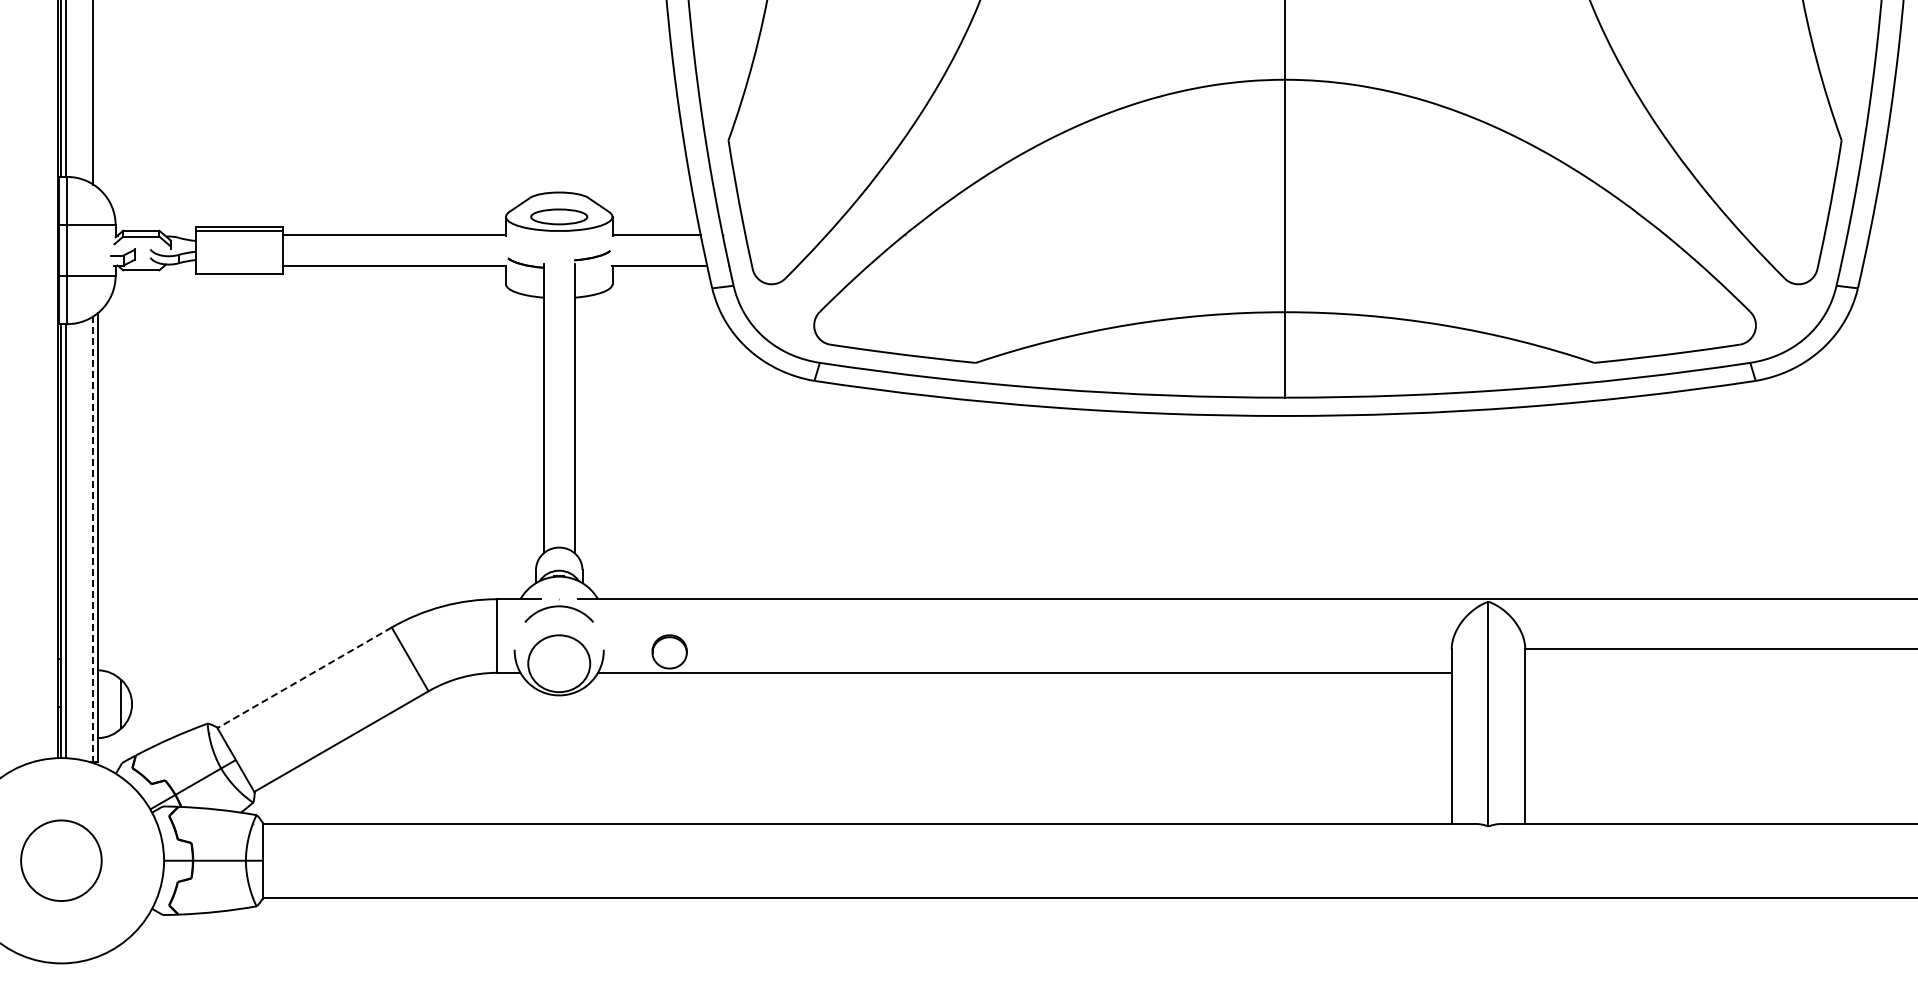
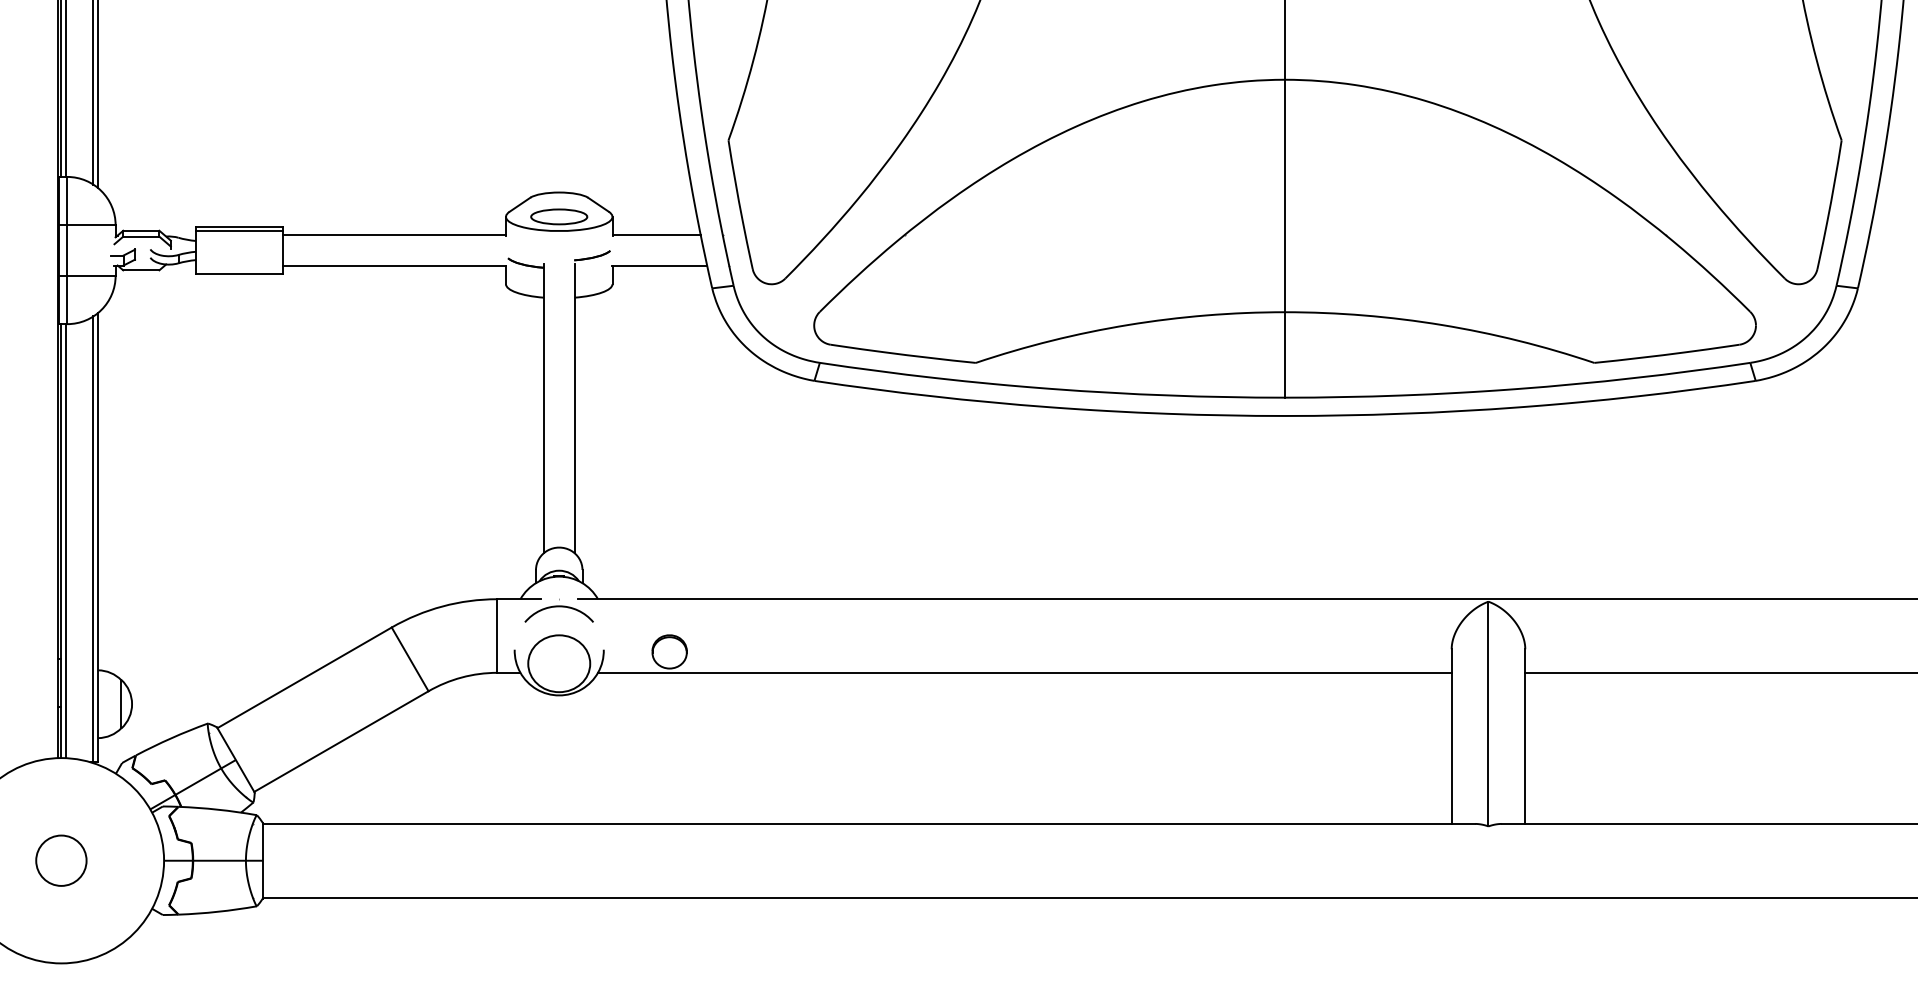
line at (98, 95): none -> present
line at (93, 539): dashed -> solid
line at (1719, 648) position: (1719, 648) -> (1719, 672)
line at (304, 677): dashed -> solid
circle at (61, 860) diameter: 81 px -> 50 px
